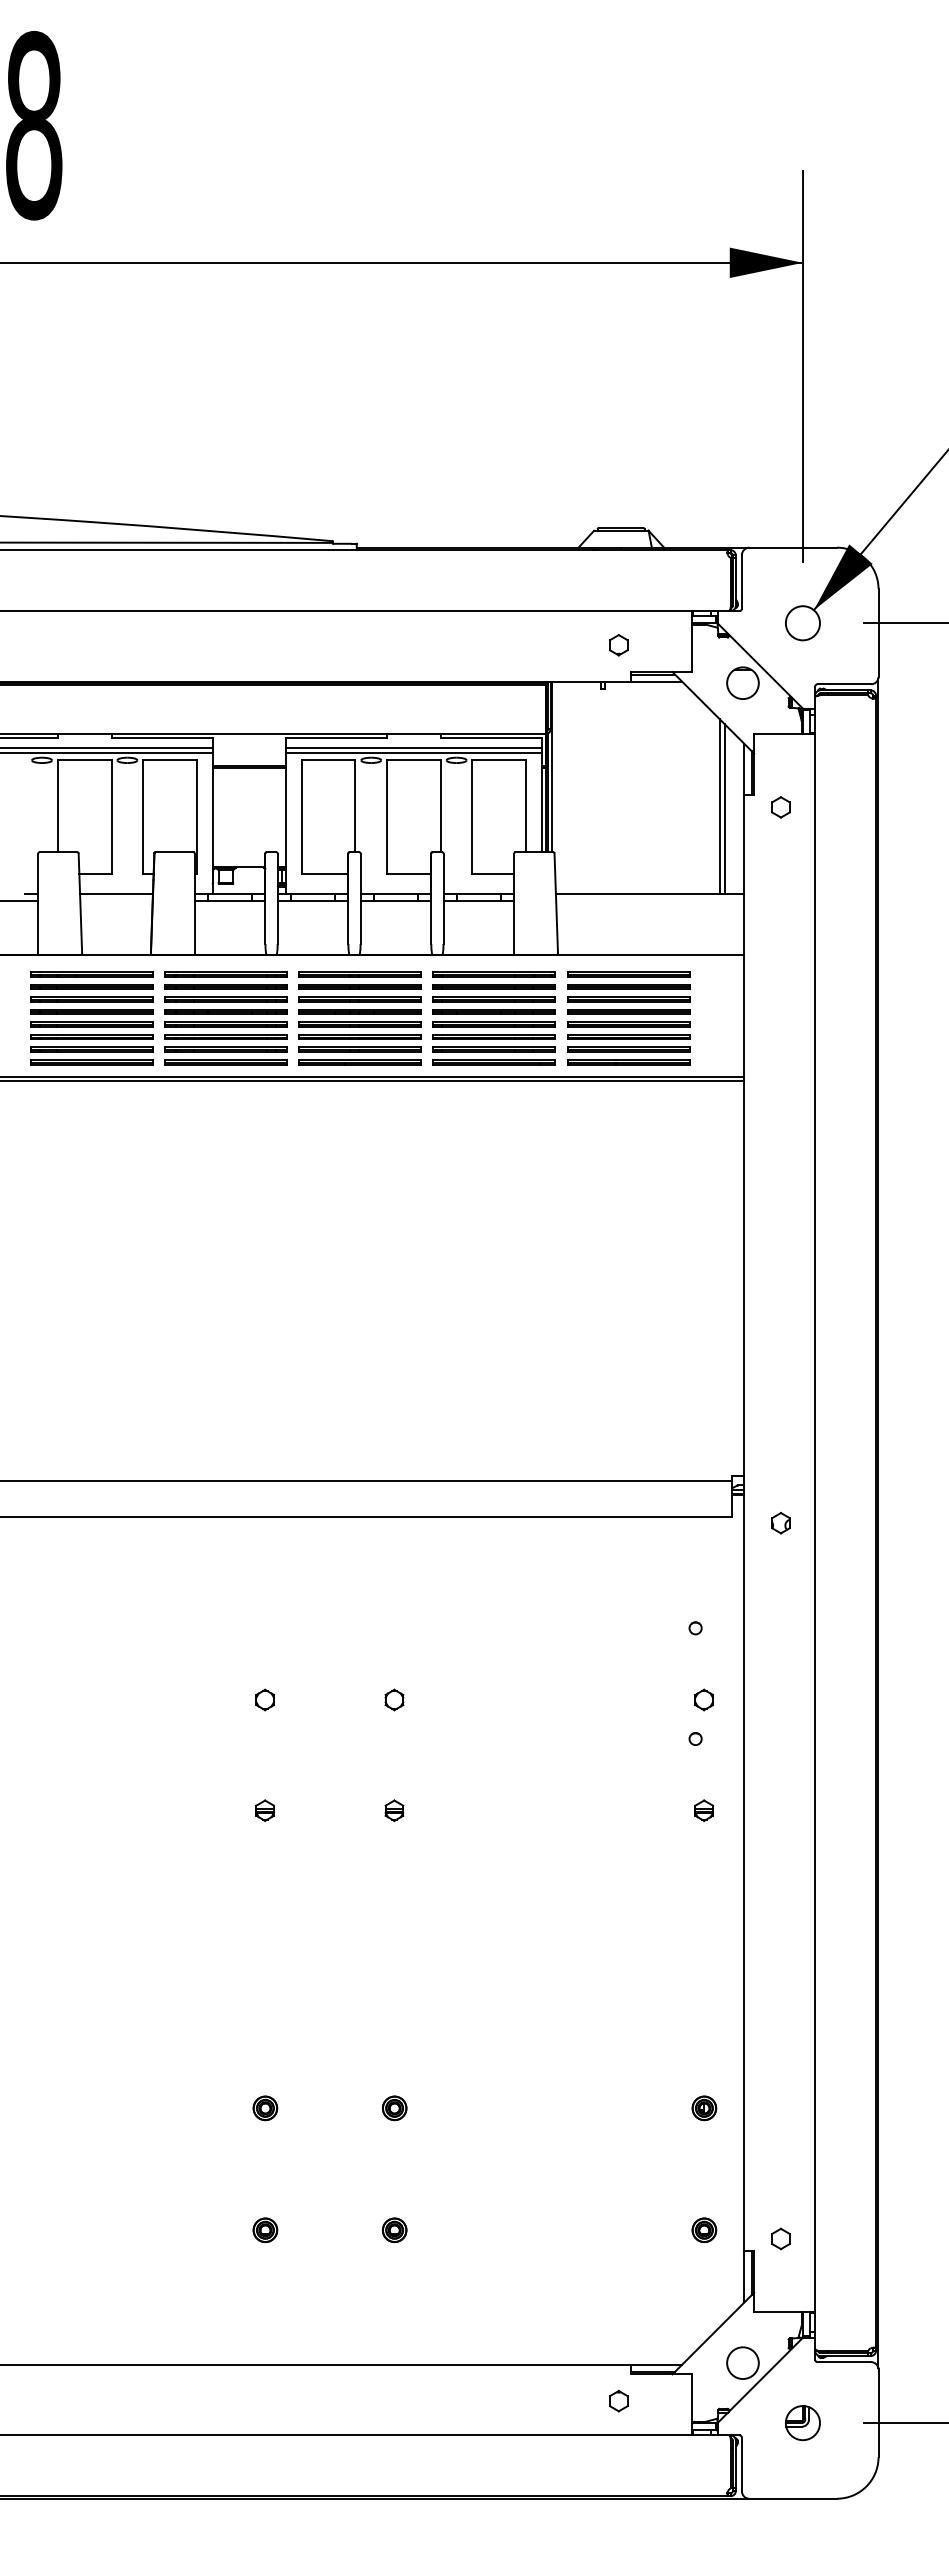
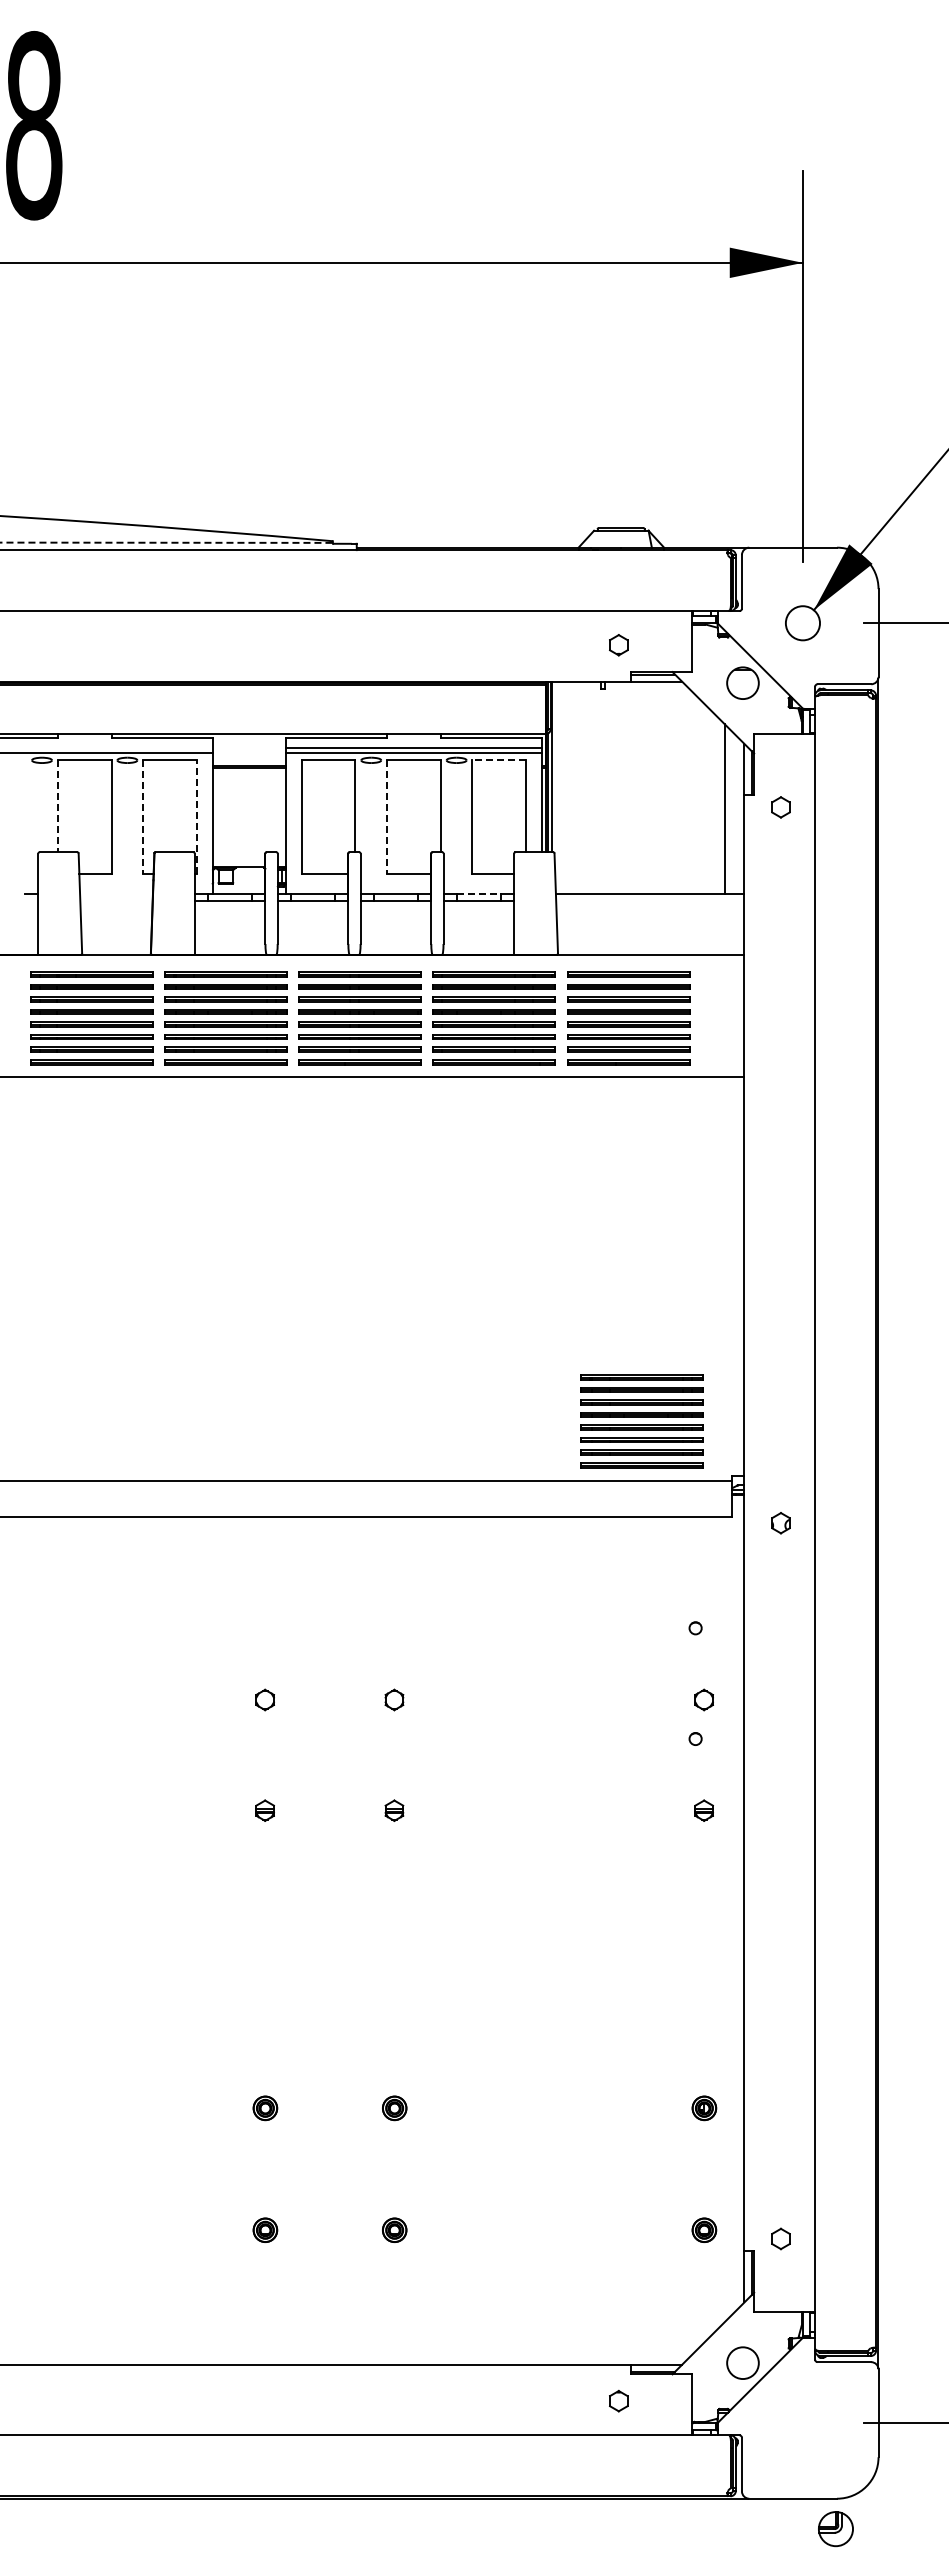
line at (167, 542): solid -> dashed
line at (107, 747): present -> none
line at (499, 759): solid -> dashed
line at (57, 806): solid -> dashed
line at (720, 806): present -> none
line at (196, 816): solid -> dashed
line at (143, 817): solid -> dashed
line at (387, 817): solid -> dashed
line at (478, 893): solid -> dashed
line at (116, 894): present -> none
line at (20, 901): present -> none
line at (373, 1080): present -> none
part at (641, 1421): none -> present
part at (802, 2423) position: (802, 2423) -> (835, 2529)
